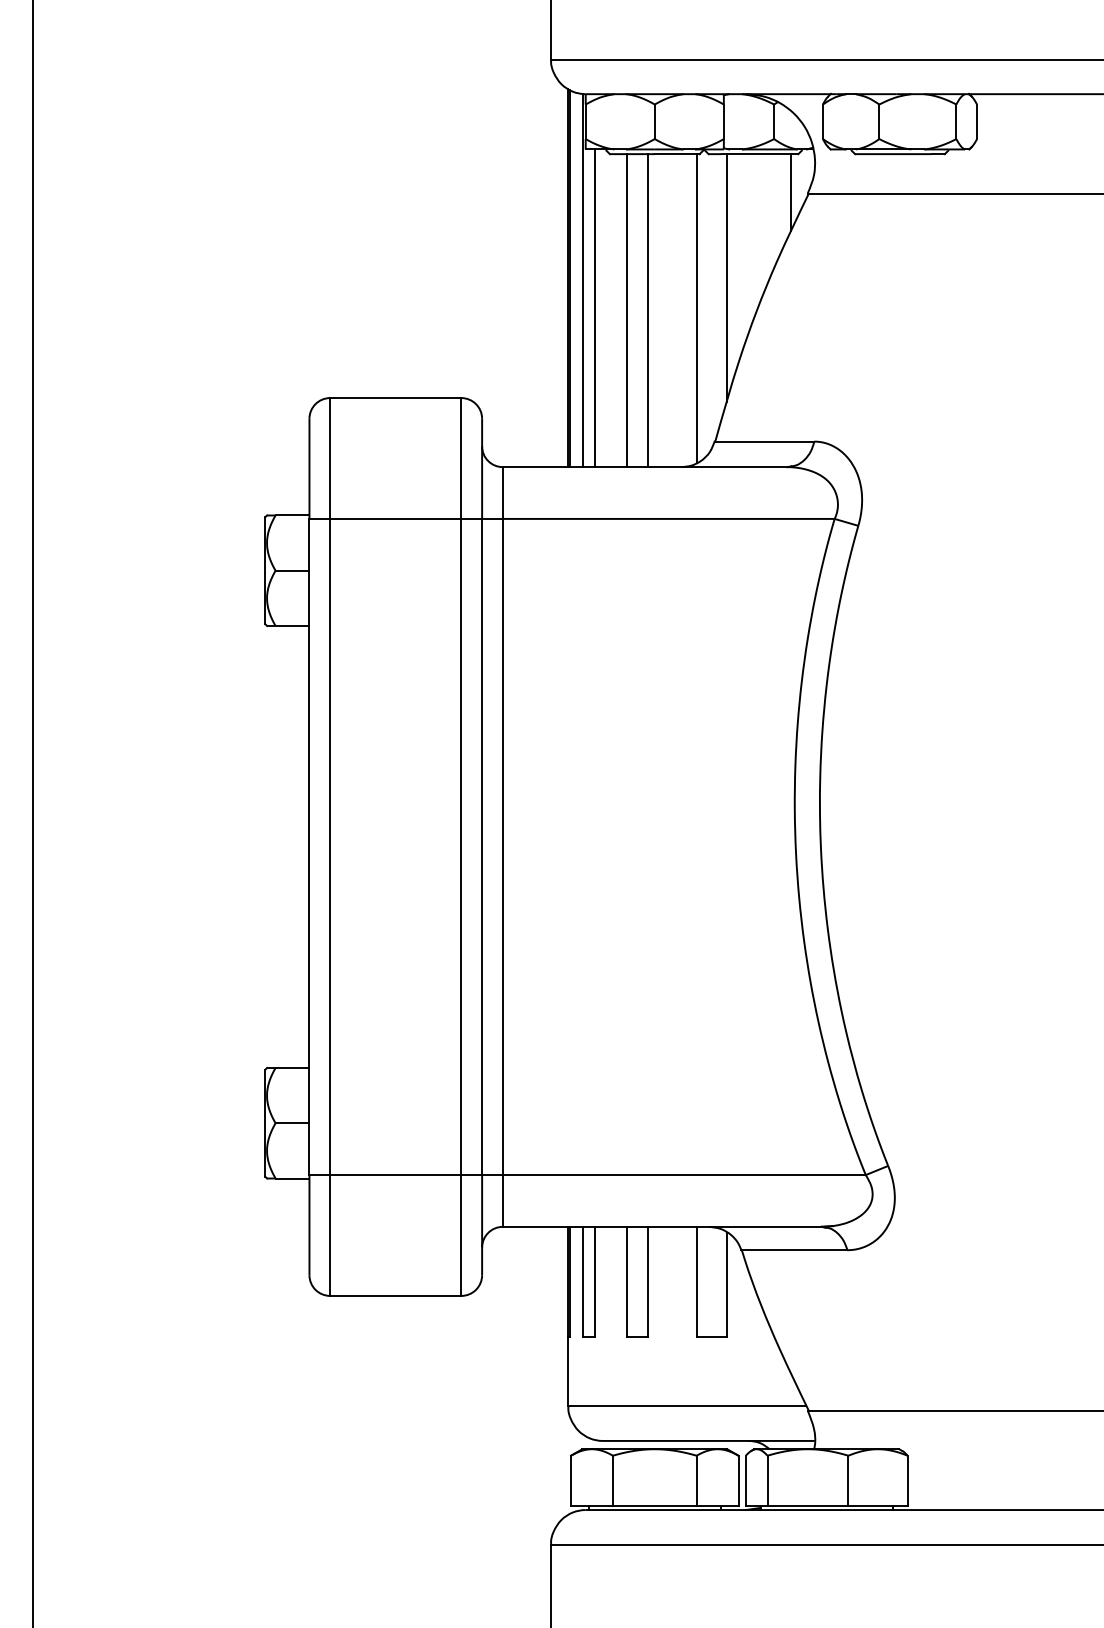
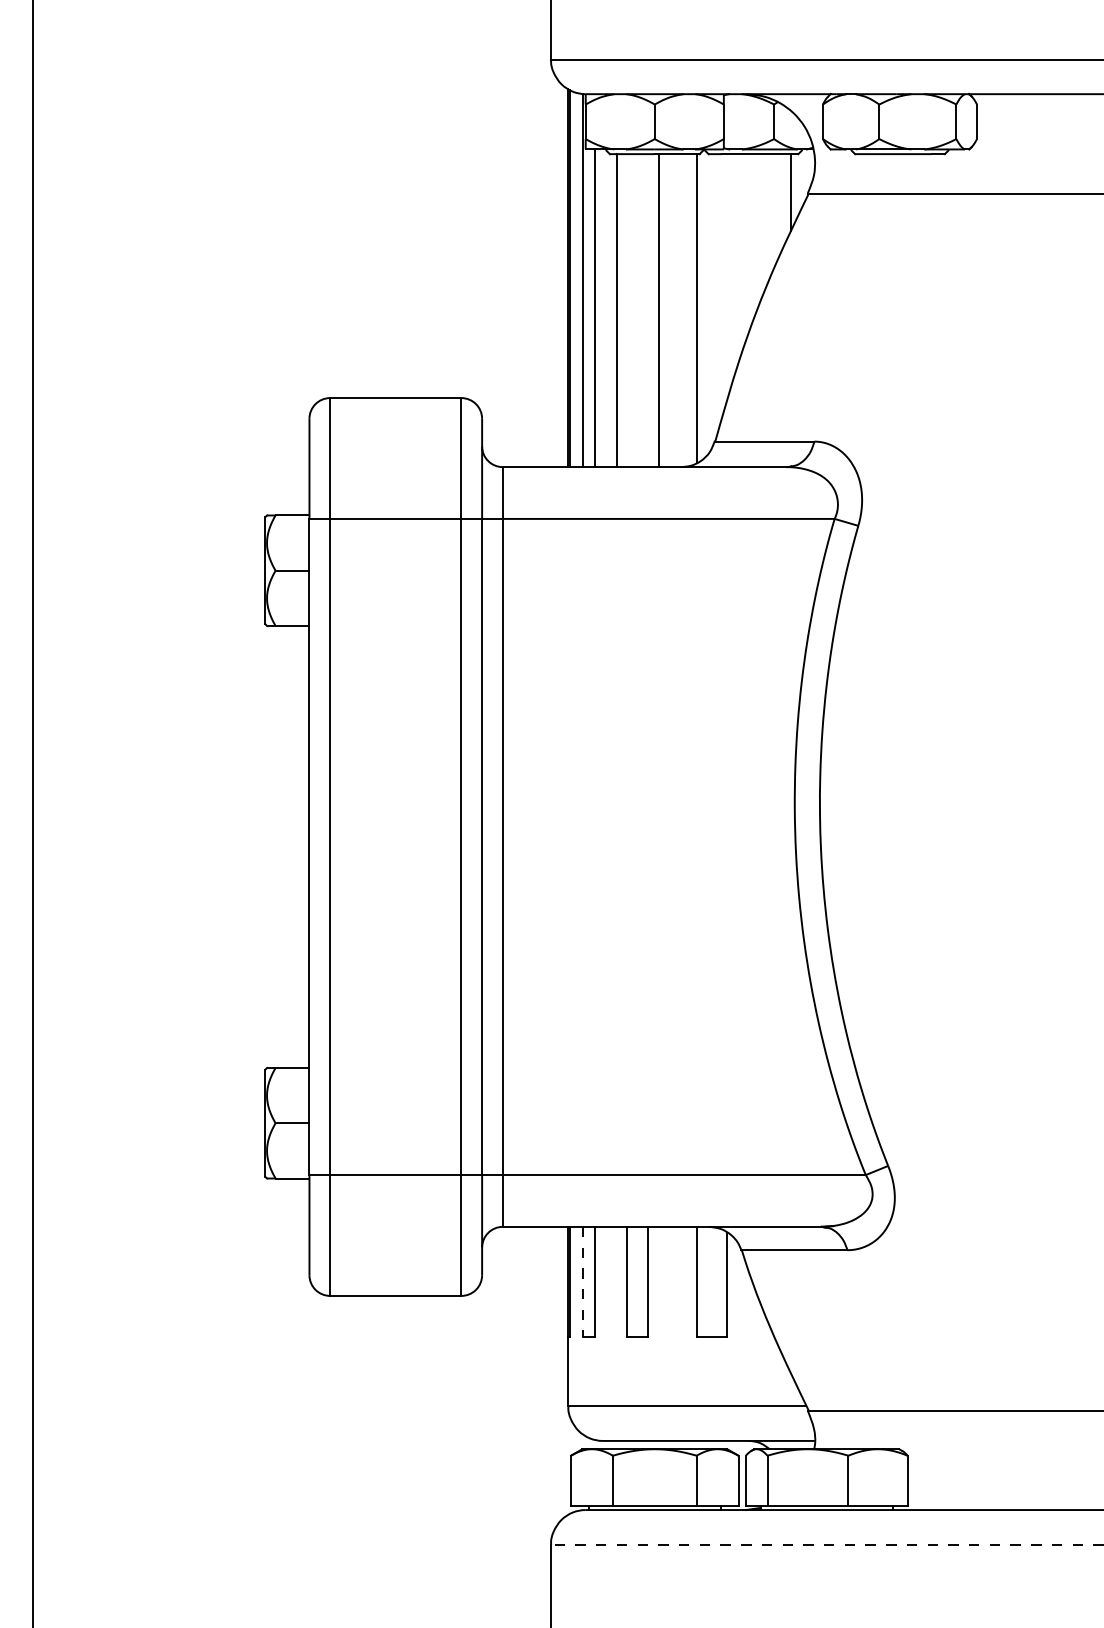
line at (726, 278): present -> none
line at (626, 310) position: (626, 310) -> (616, 310)
line at (647, 310) position: (647, 310) -> (658, 310)
line at (583, 1282): solid -> dashed
line at (827, 1544): solid -> dashed
